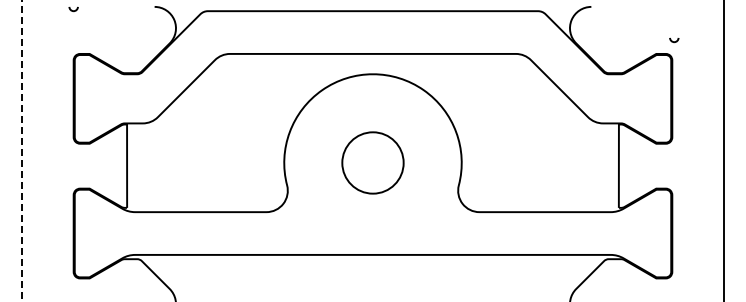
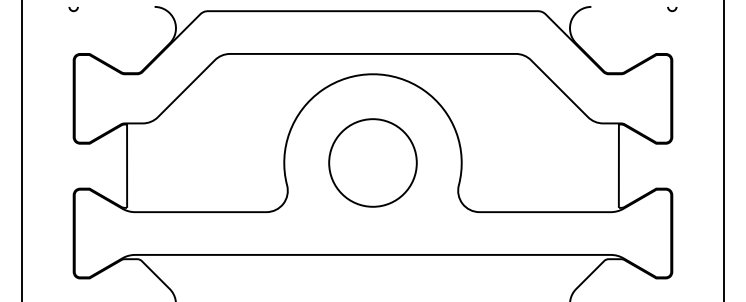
curve at (674, 41) position: (674, 41) -> (672, 10)
line at (22, 151): dashed -> solid
circle at (372, 162) diameter: 61 px -> 88 px
